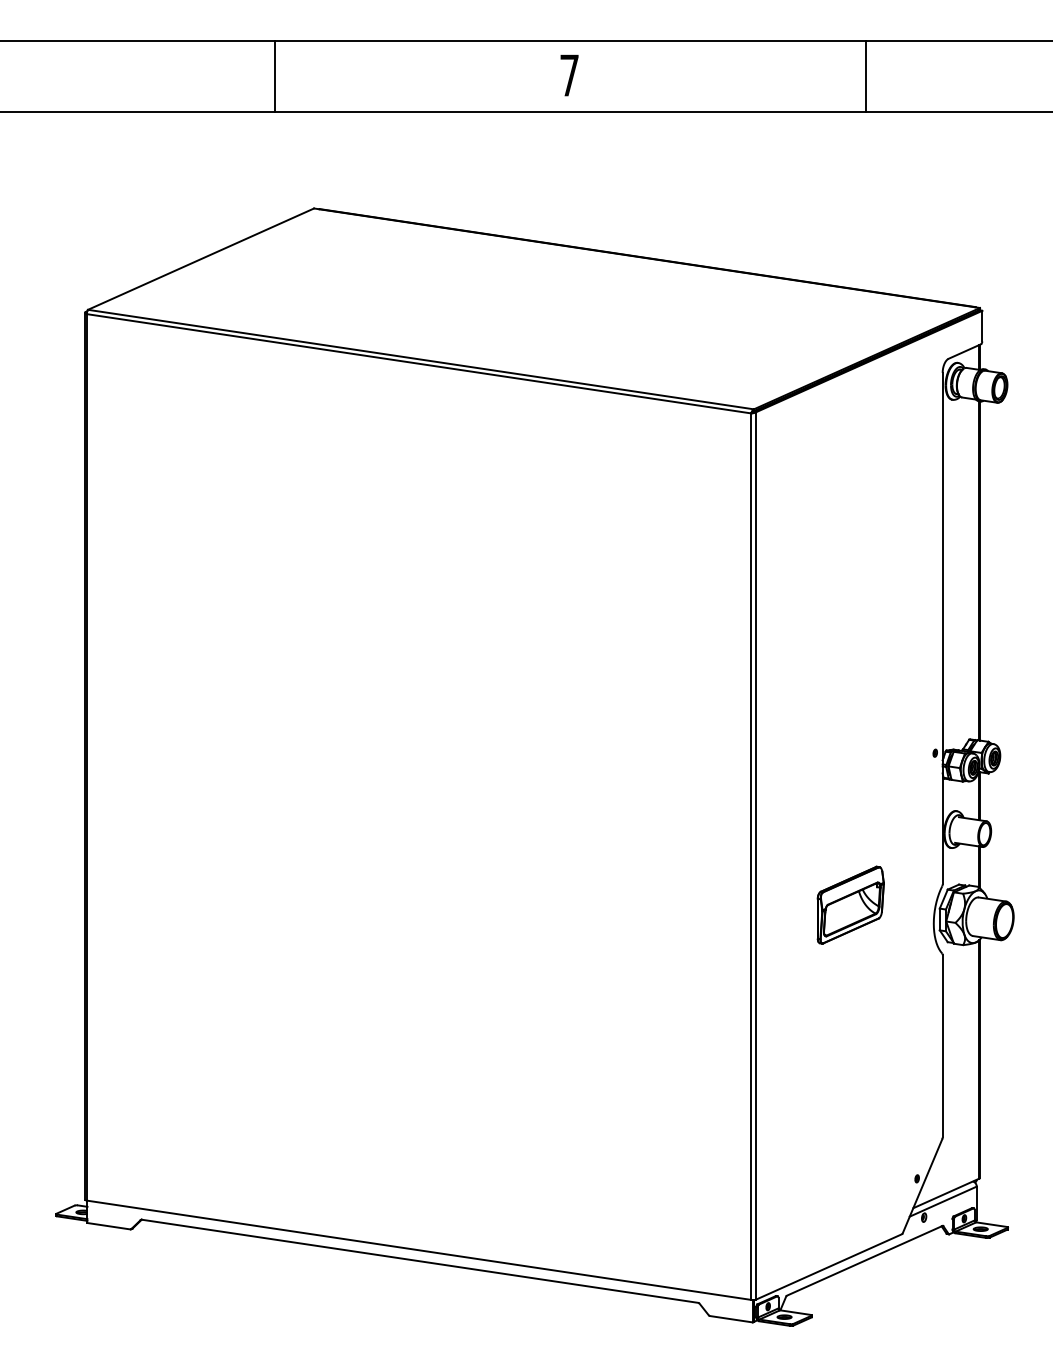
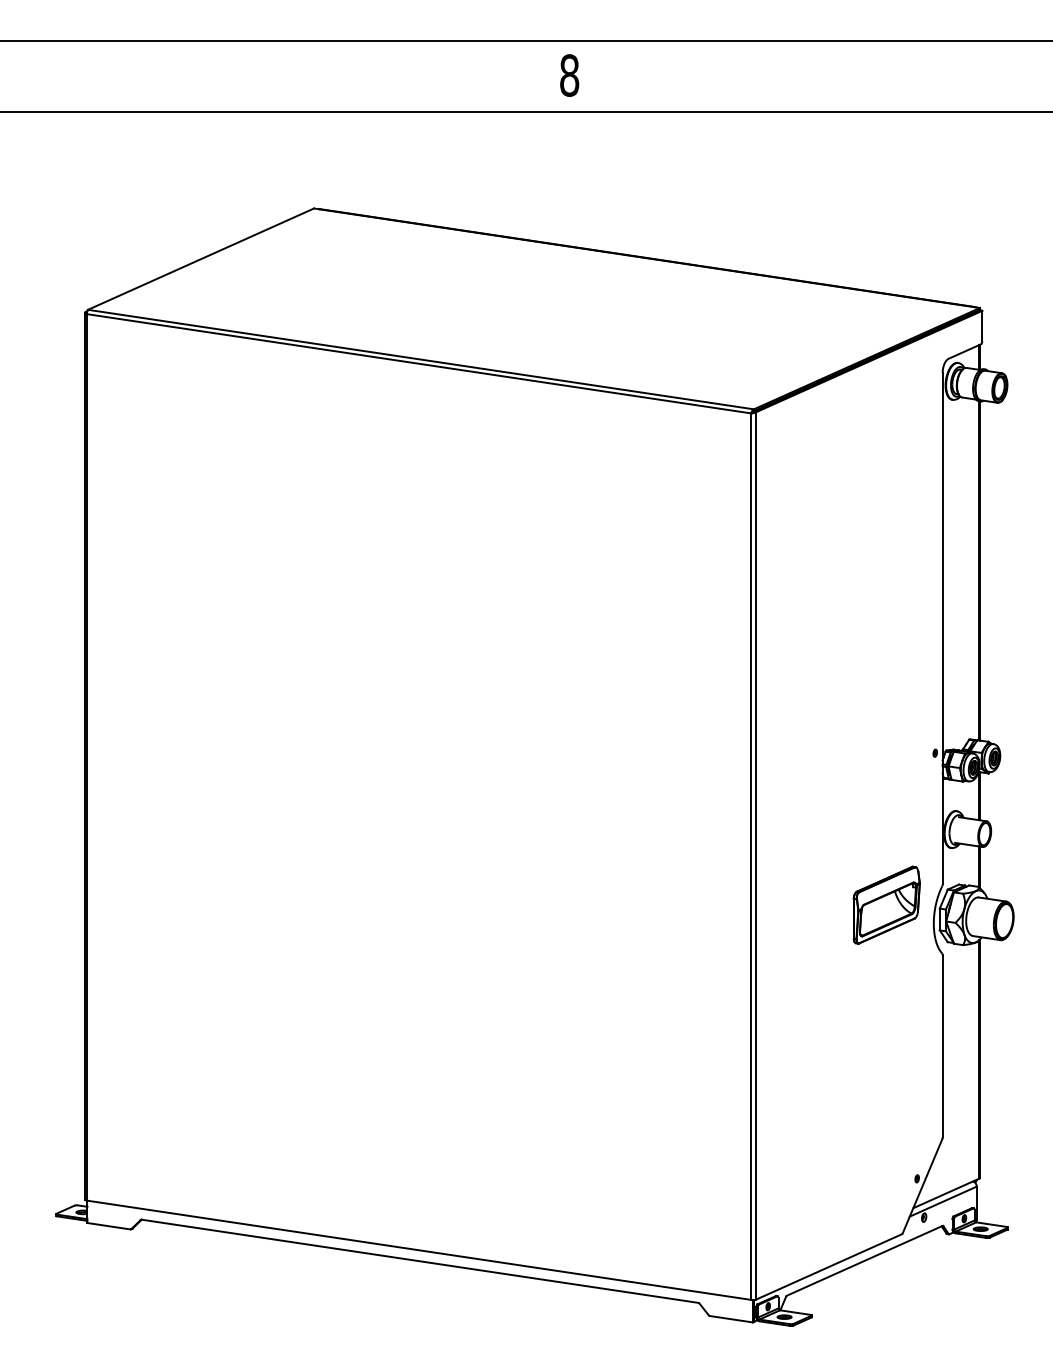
text at (569, 75): 7 -> 8
line at (274, 76): present -> none
line at (865, 76): present -> none
part at (850, 904) position: (850, 904) -> (886, 904)
